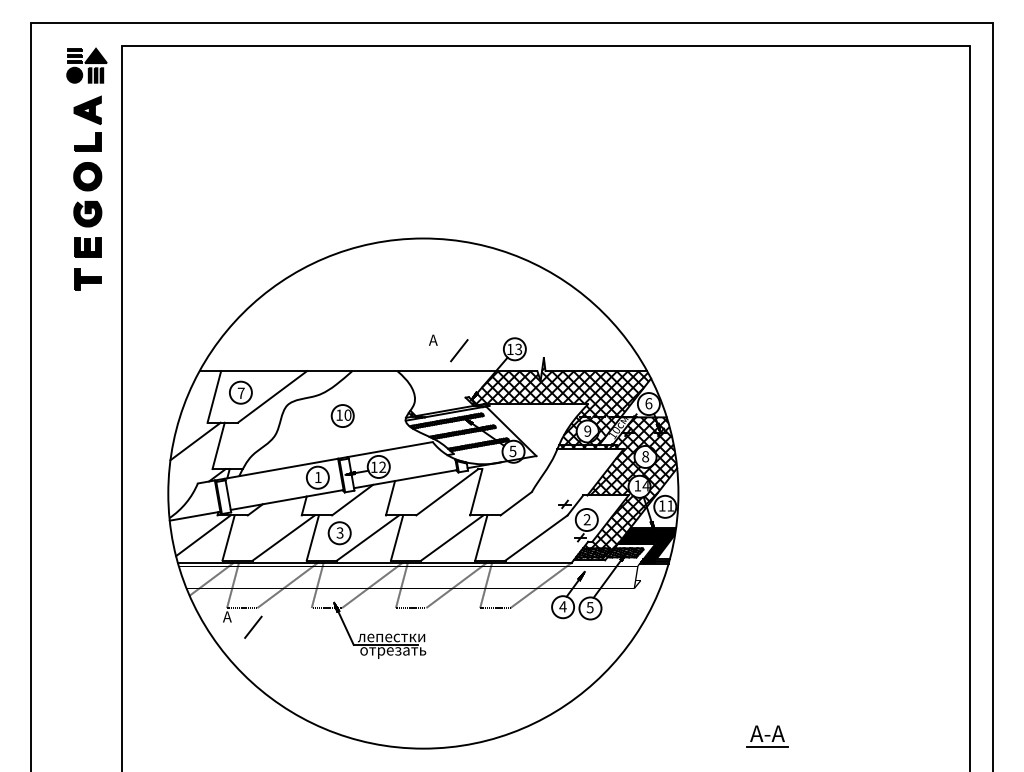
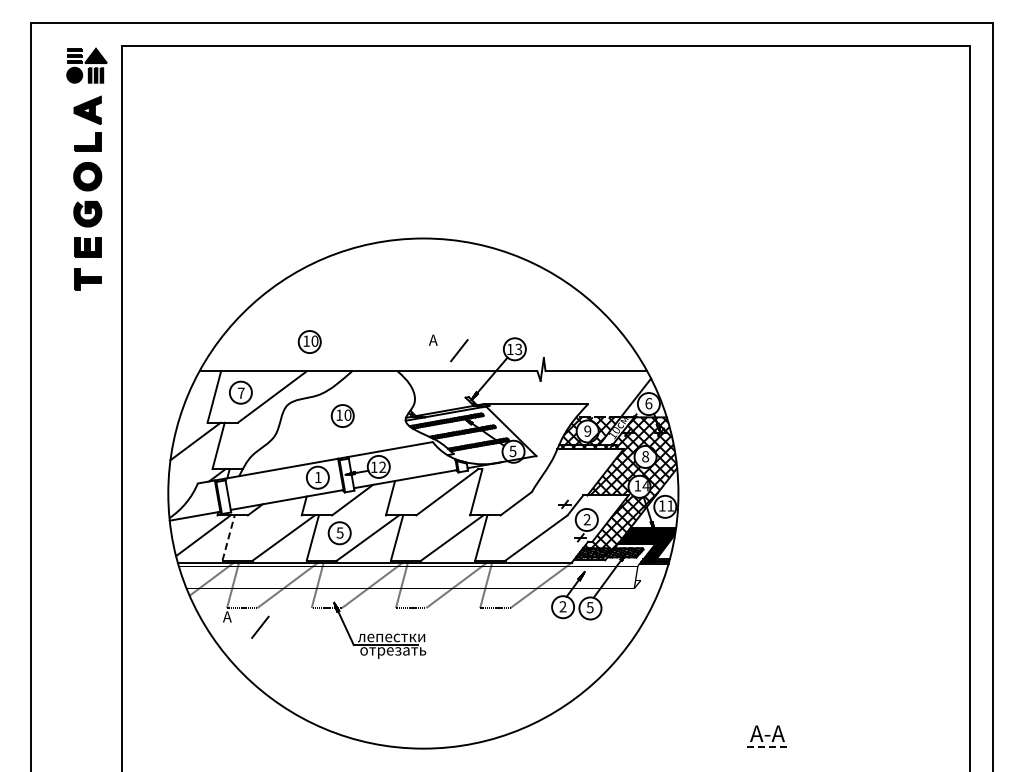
part at (309, 341): none -> present
hatch at (559, 387): present -> none
text at (340, 532): 3 -> 5
line at (228, 537): solid -> dashed
text at (562, 606): 4 -> 2
line at (253, 626) position: (253, 626) -> (260, 626)
line at (767, 747): solid -> dashed
